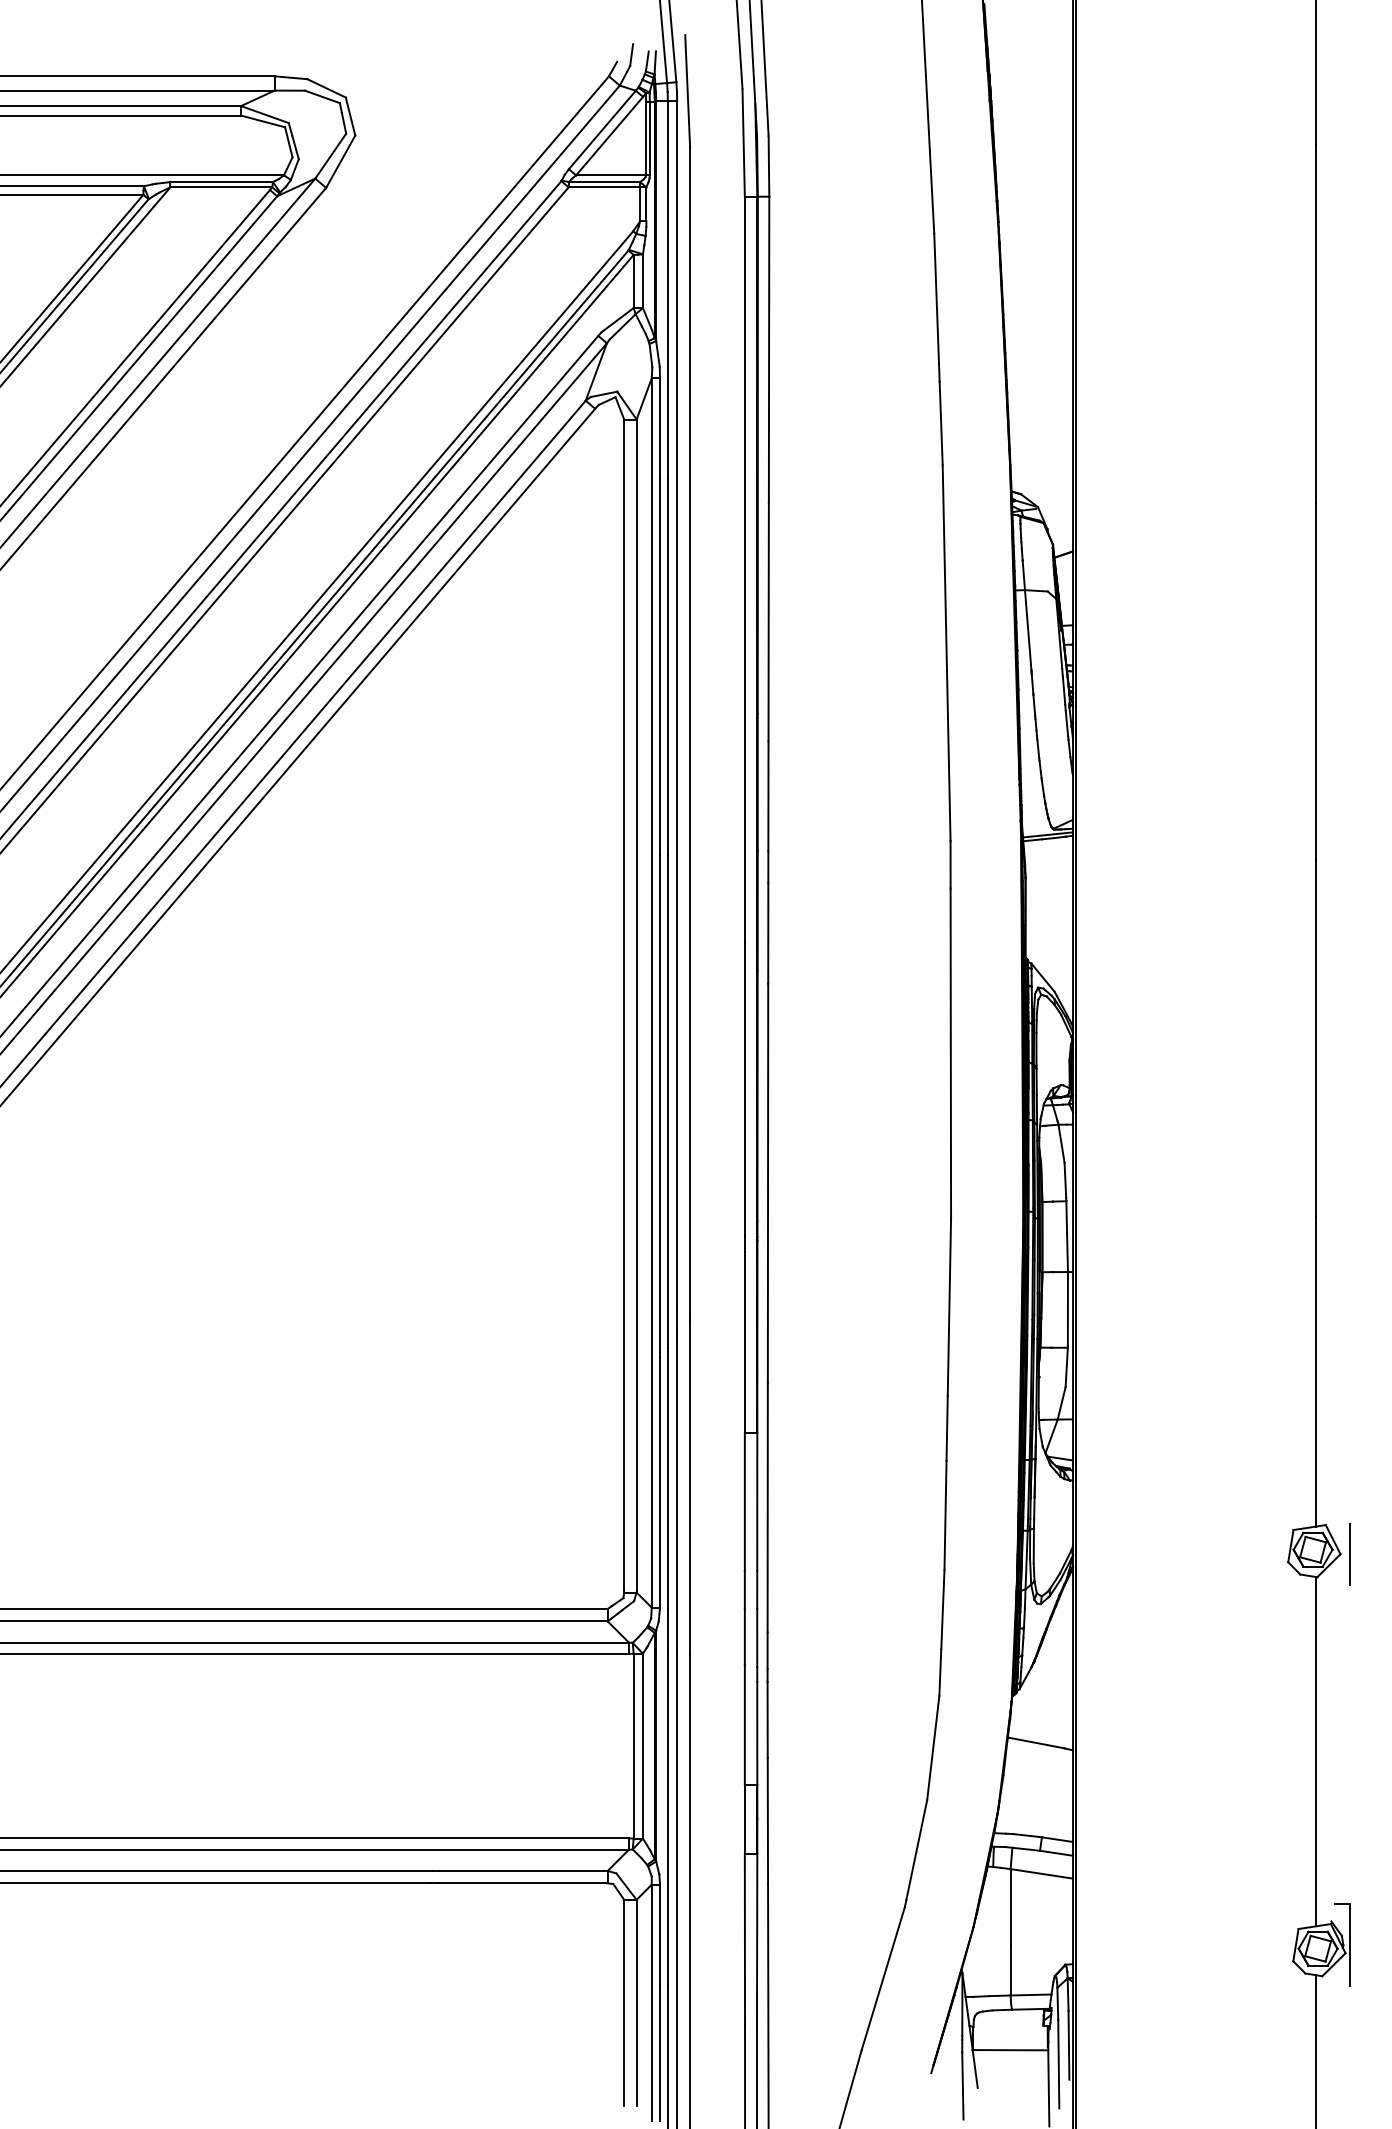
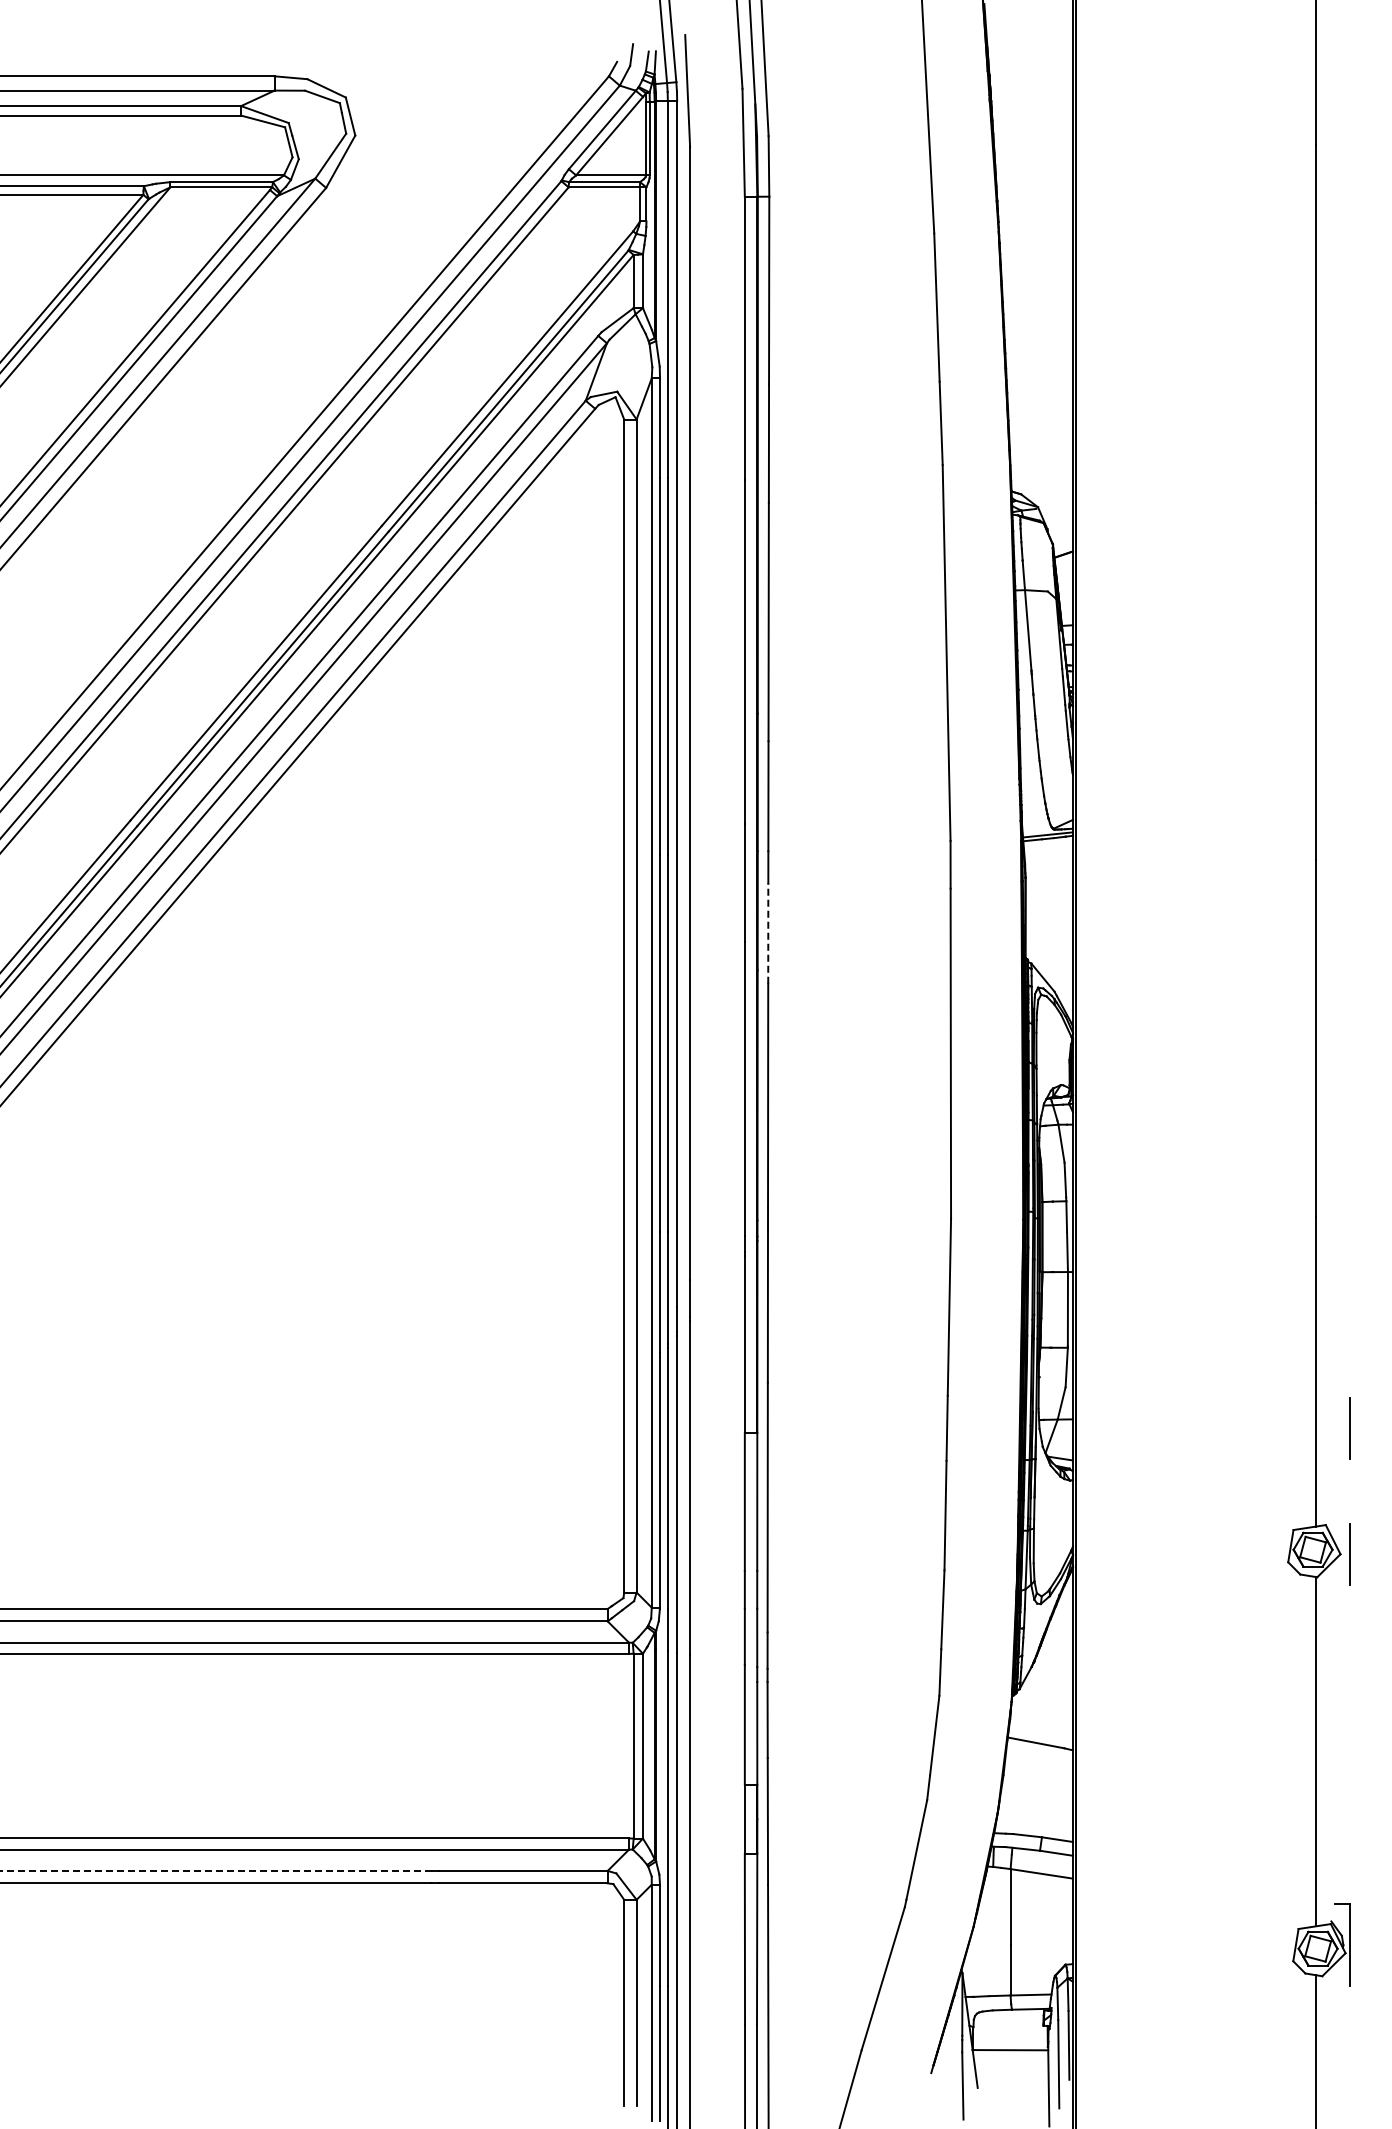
line at (768, 932): solid -> dashed
line at (1349, 1428): none -> present
line at (215, 1870): solid -> dashed
